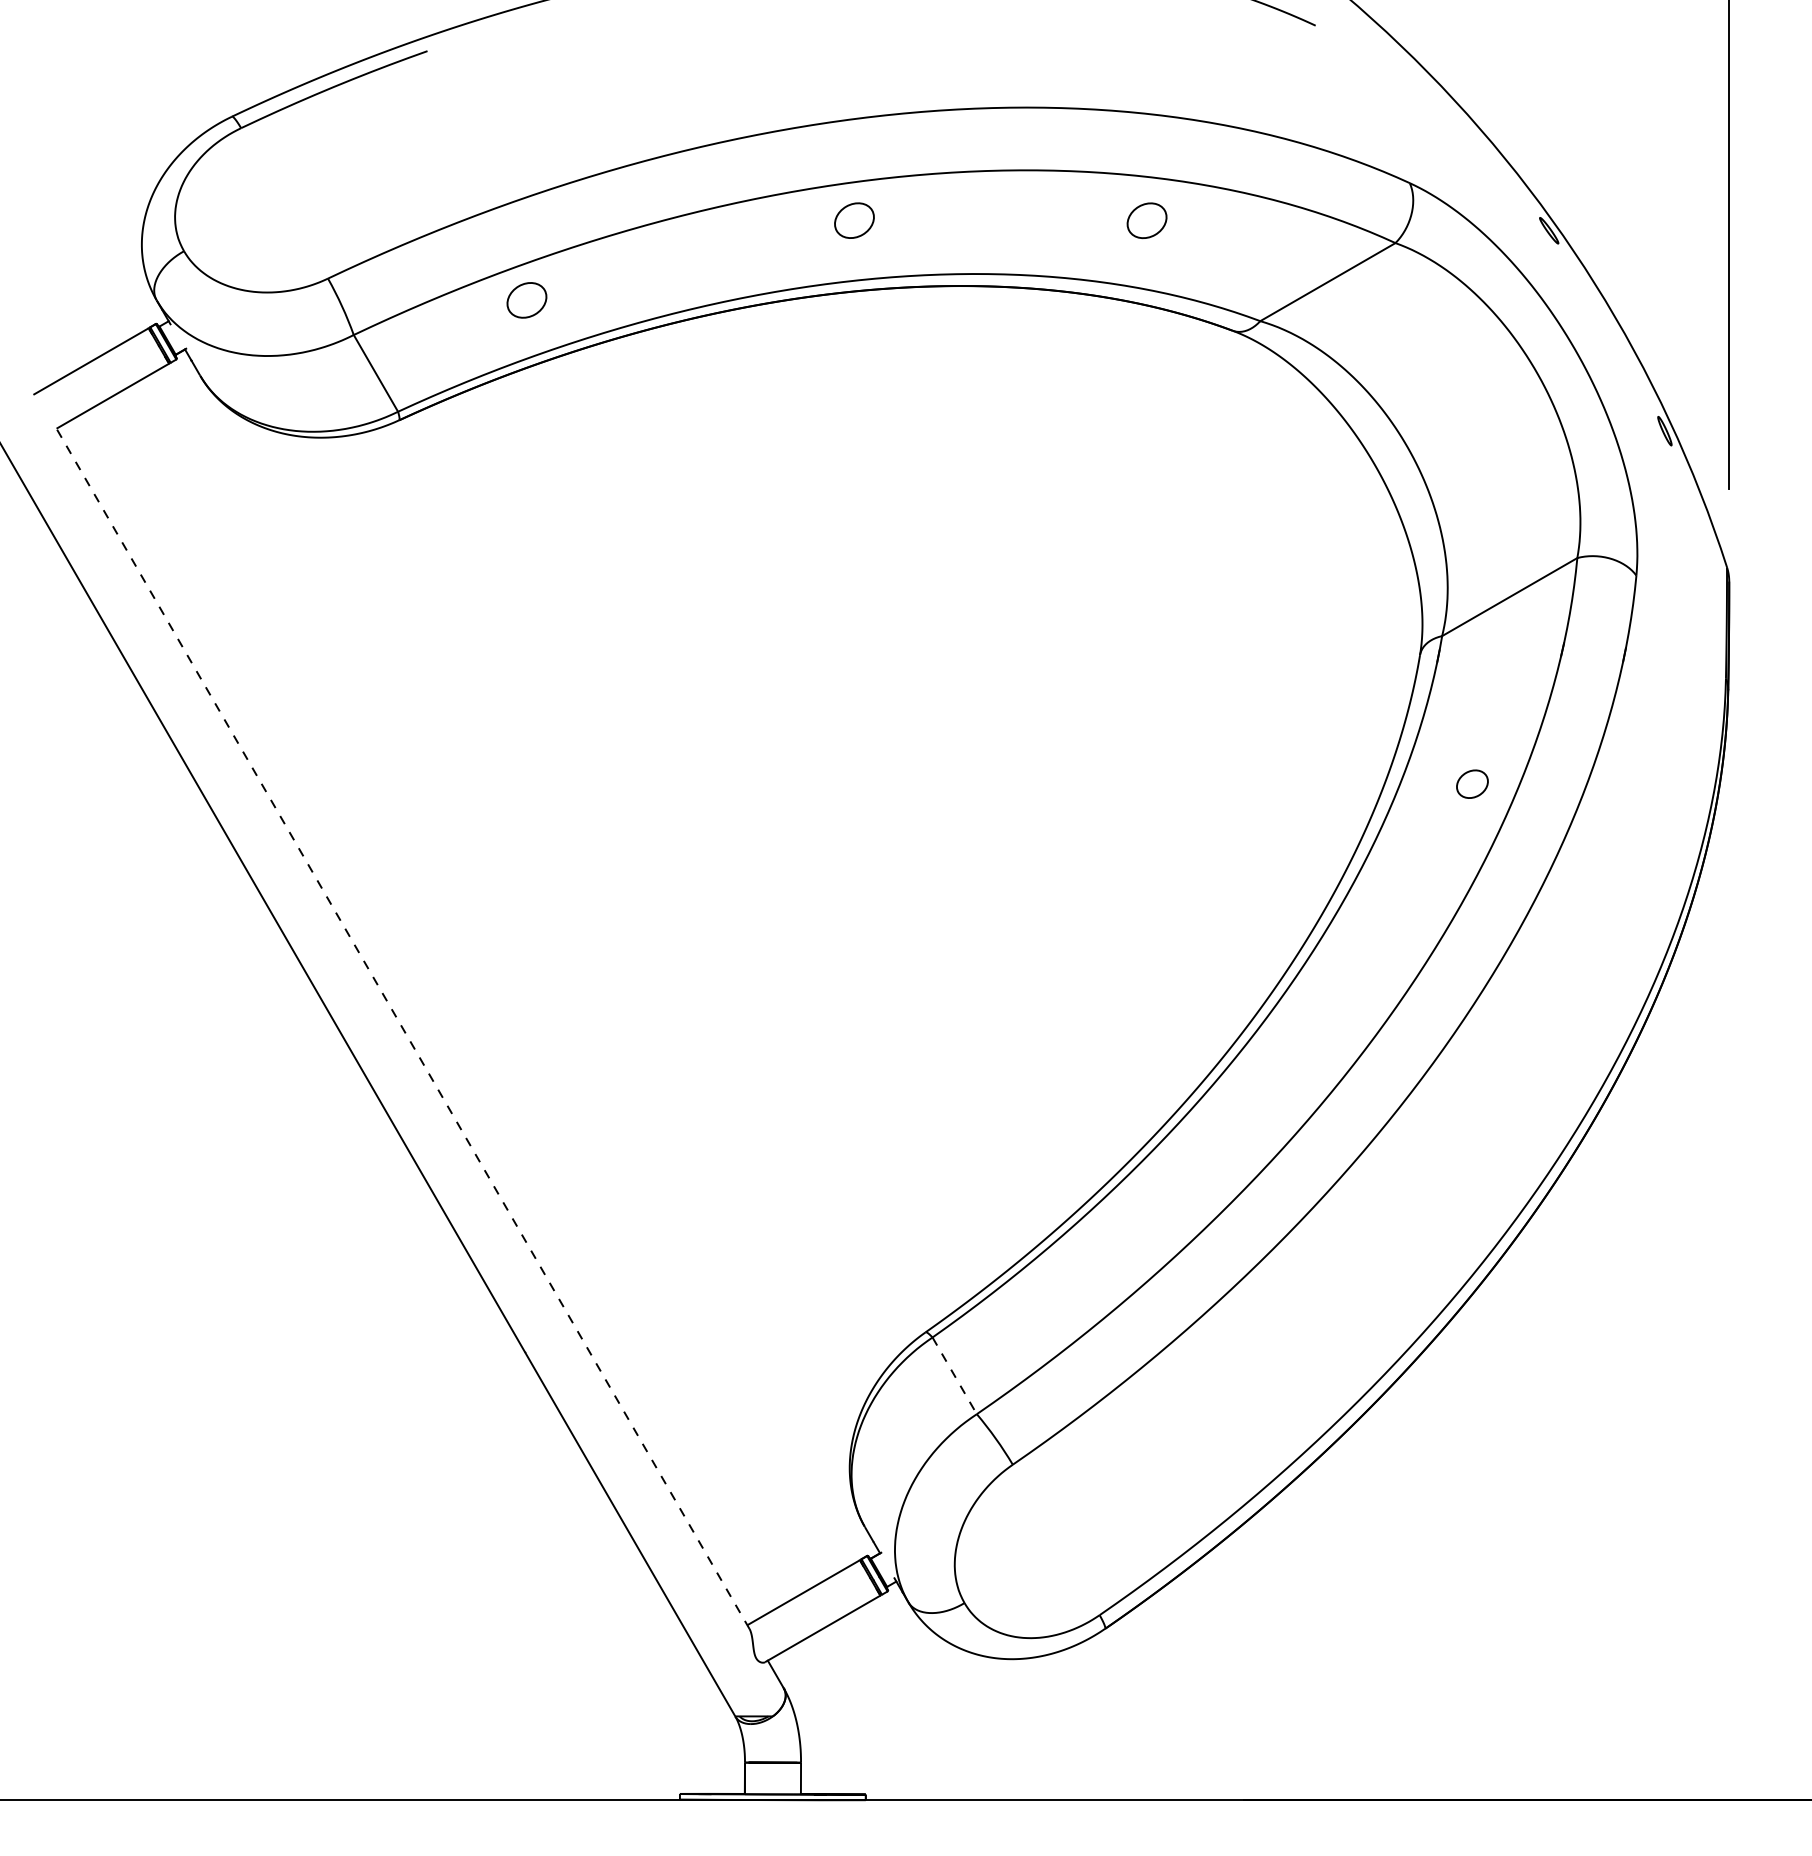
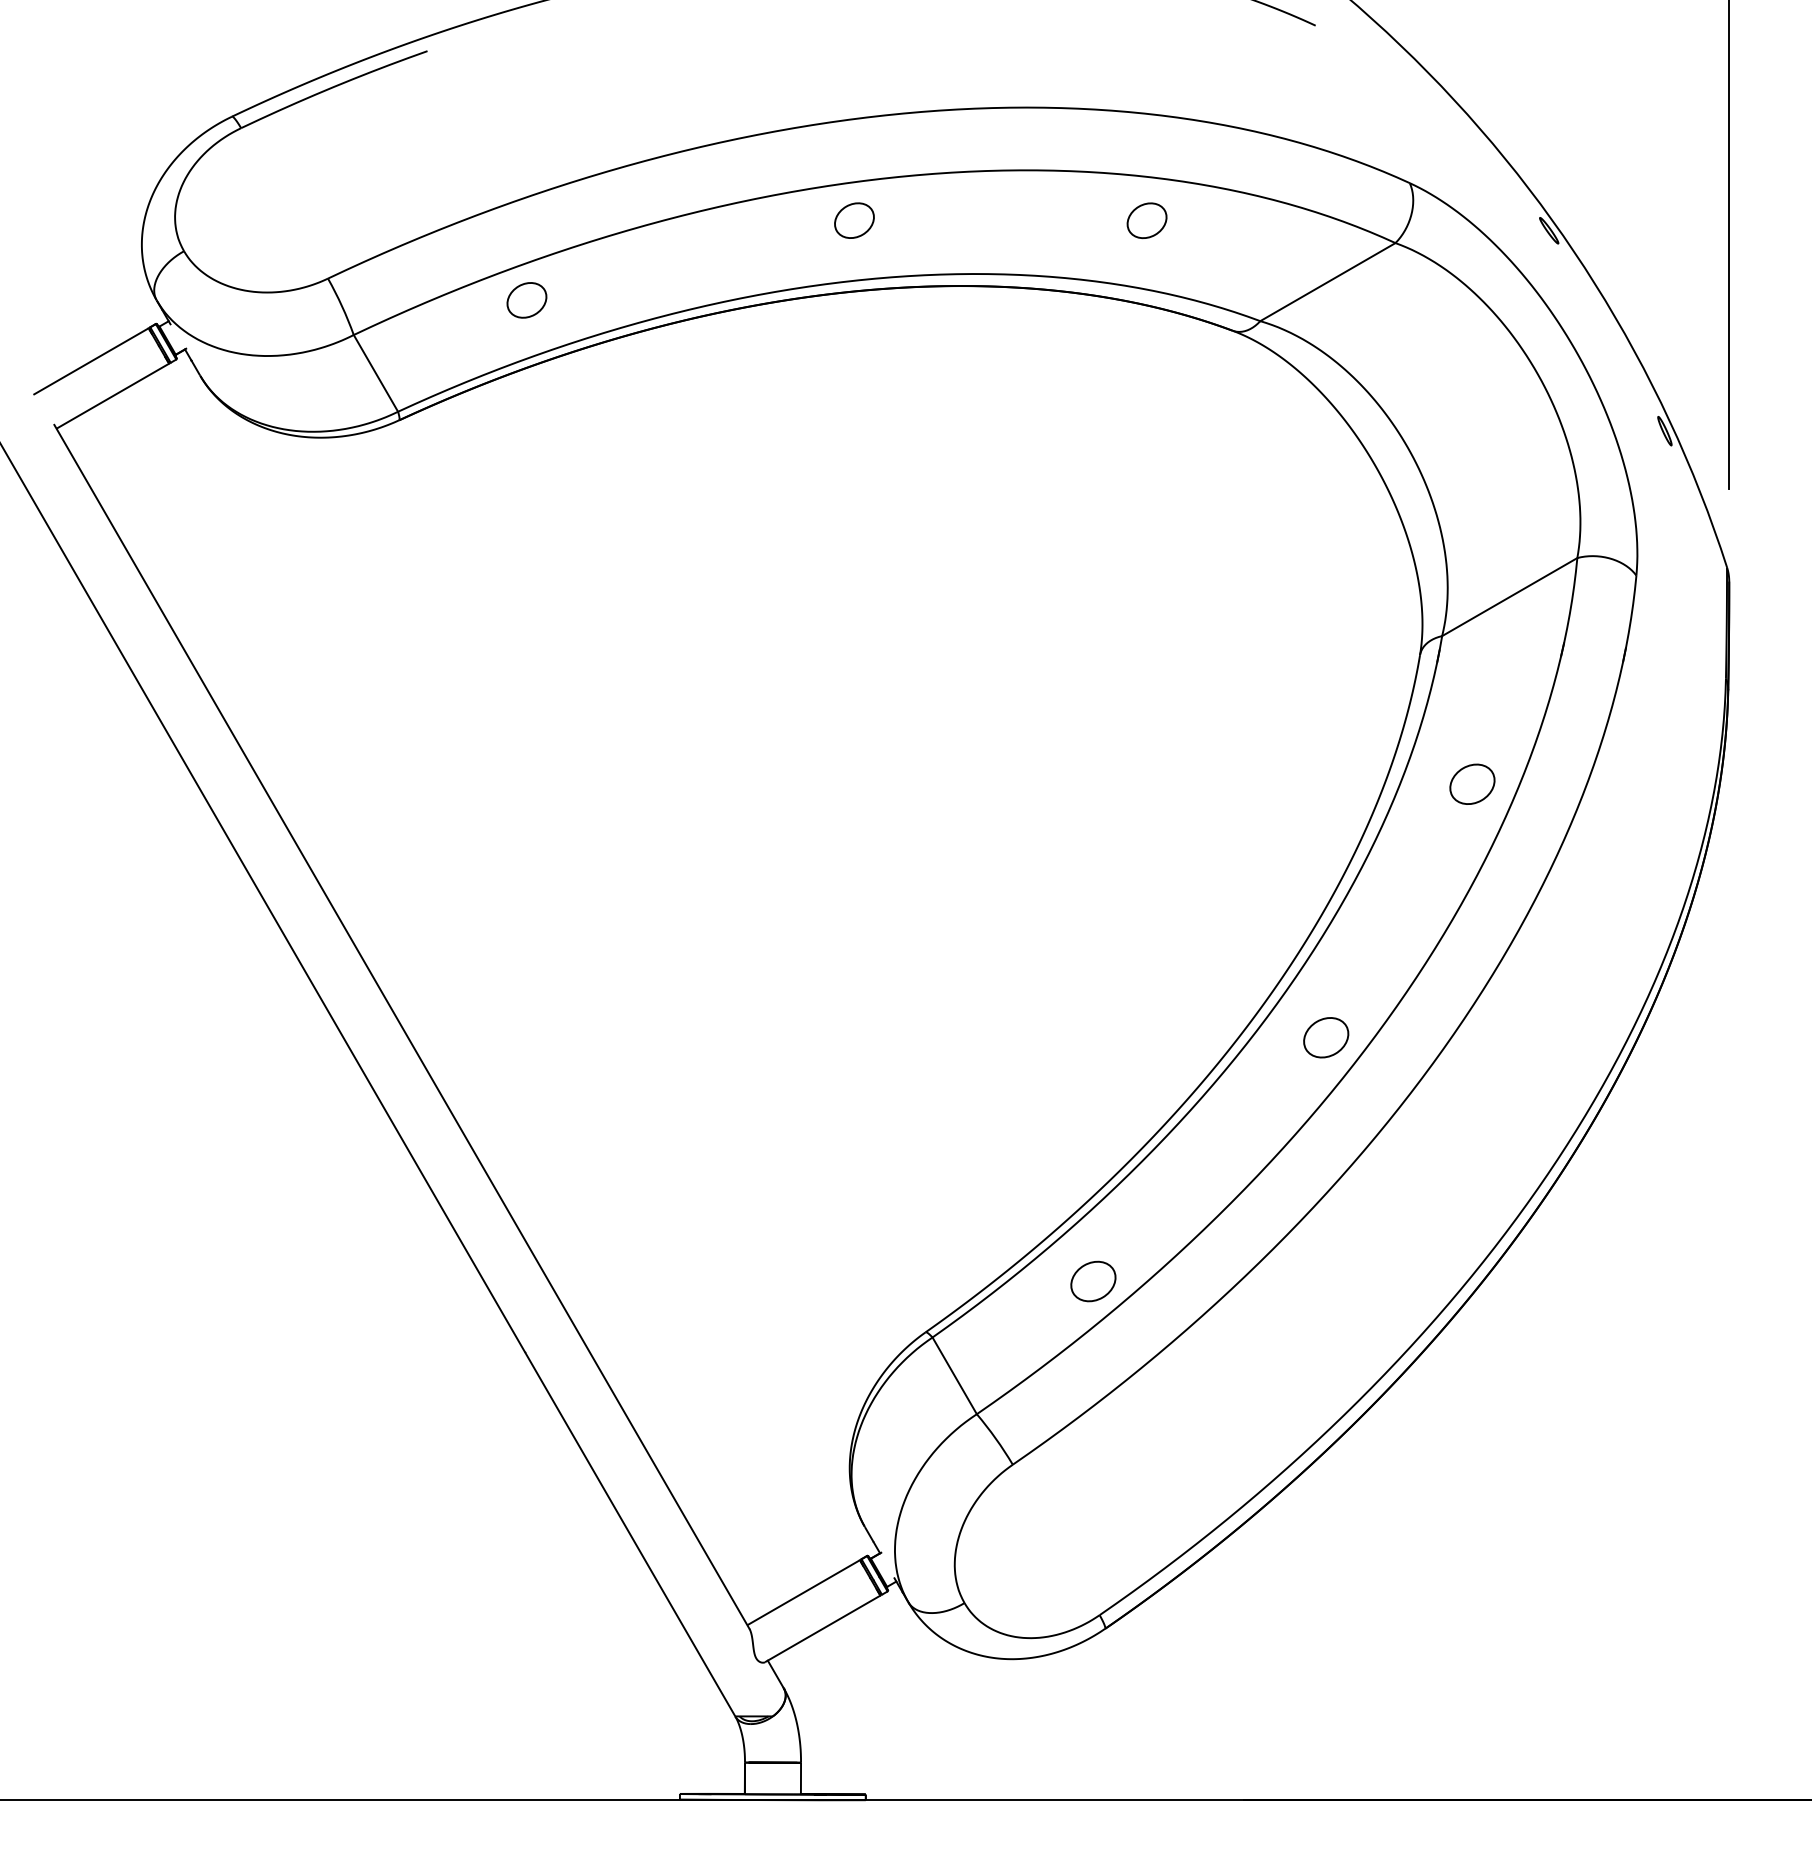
part at (1472, 783) size: 33x30 px -> 47x42 px
line at (401, 1026): dashed -> solid
part at (1326, 1037): none -> present
part at (1093, 1281): none -> present
line at (954, 1376): dashed -> solid
